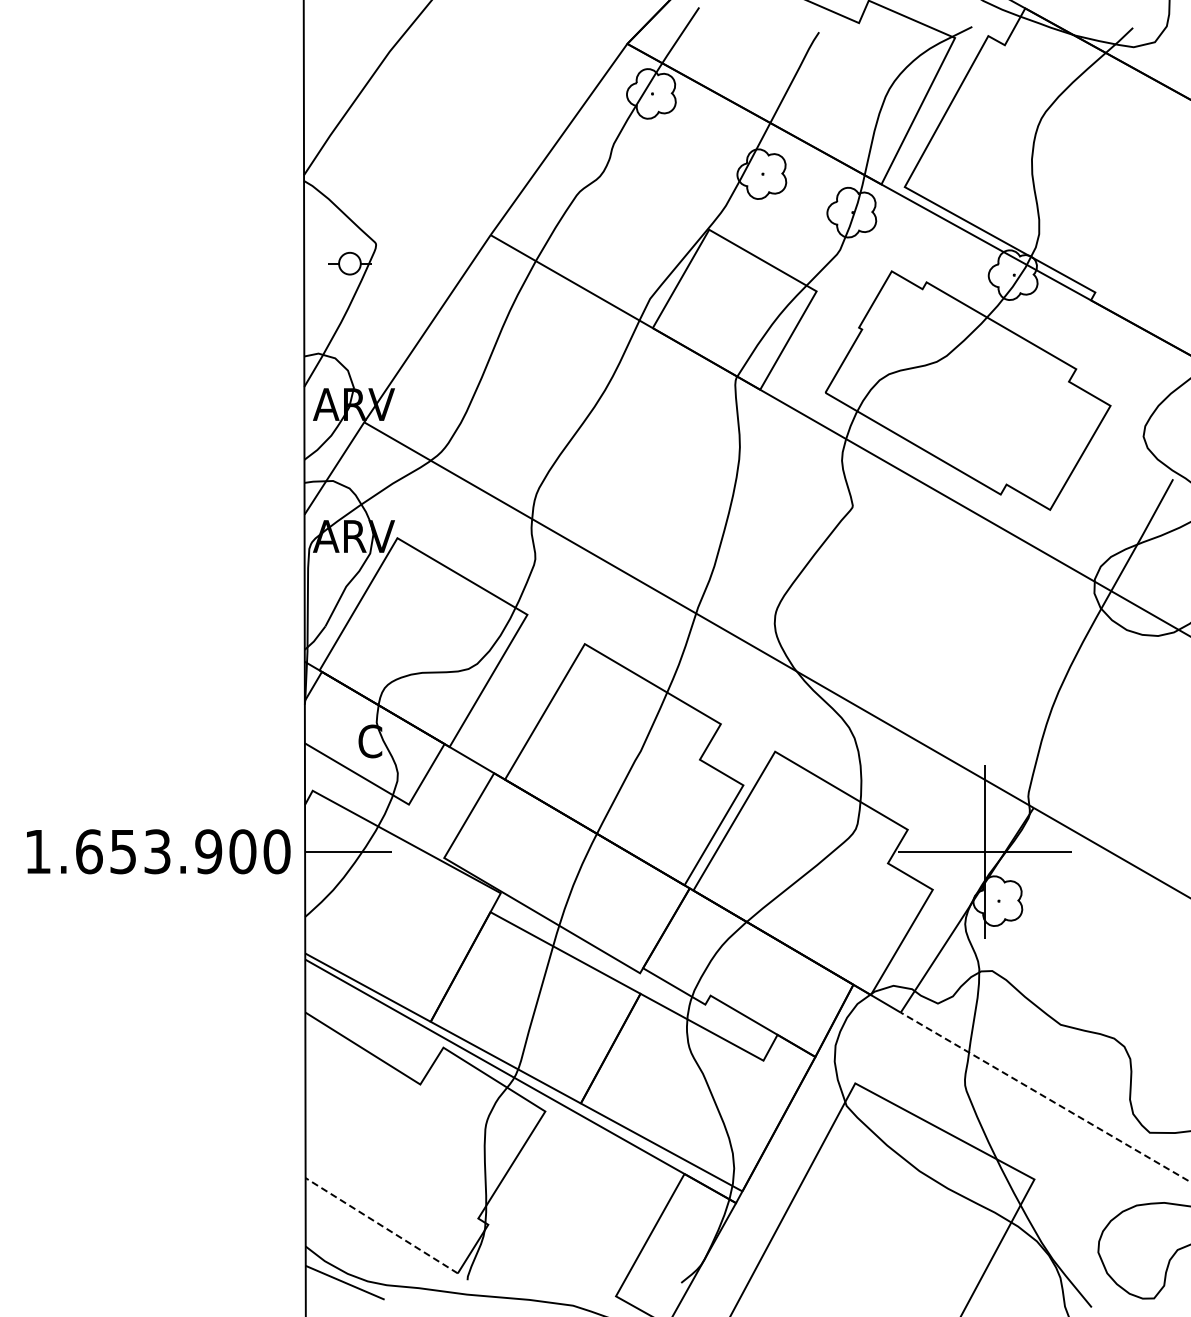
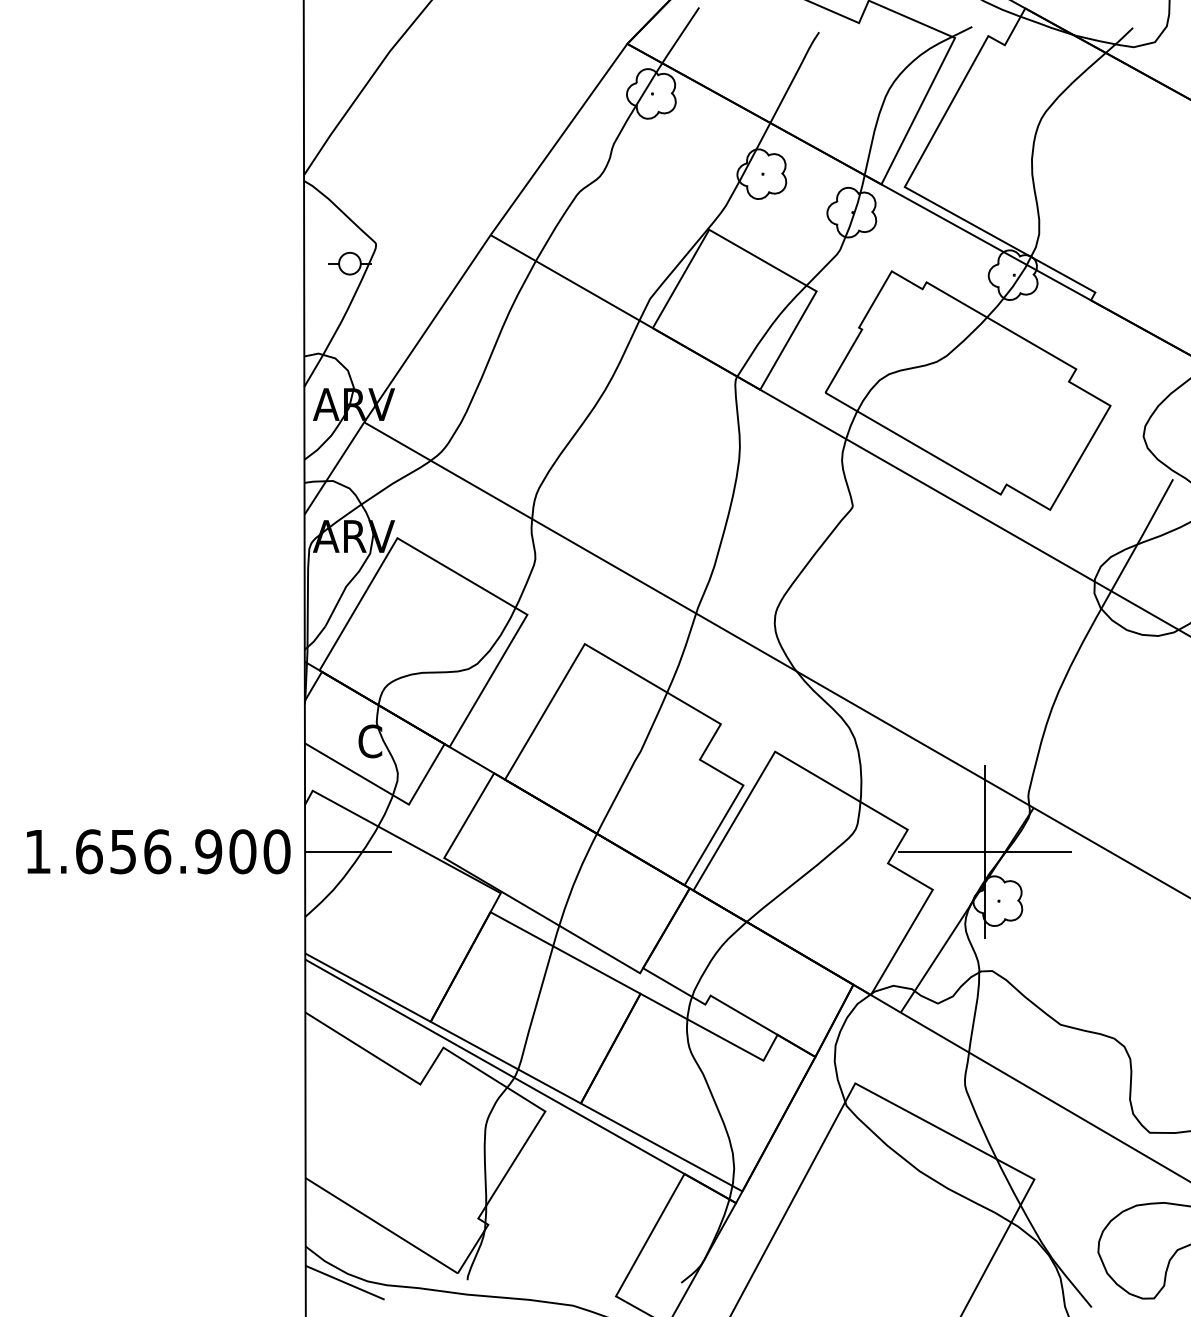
text at (157, 851): 1.653.900 -> 1.656.900
line at (1045, 1097): dashed -> solid
line at (381, 1225): dashed -> solid
